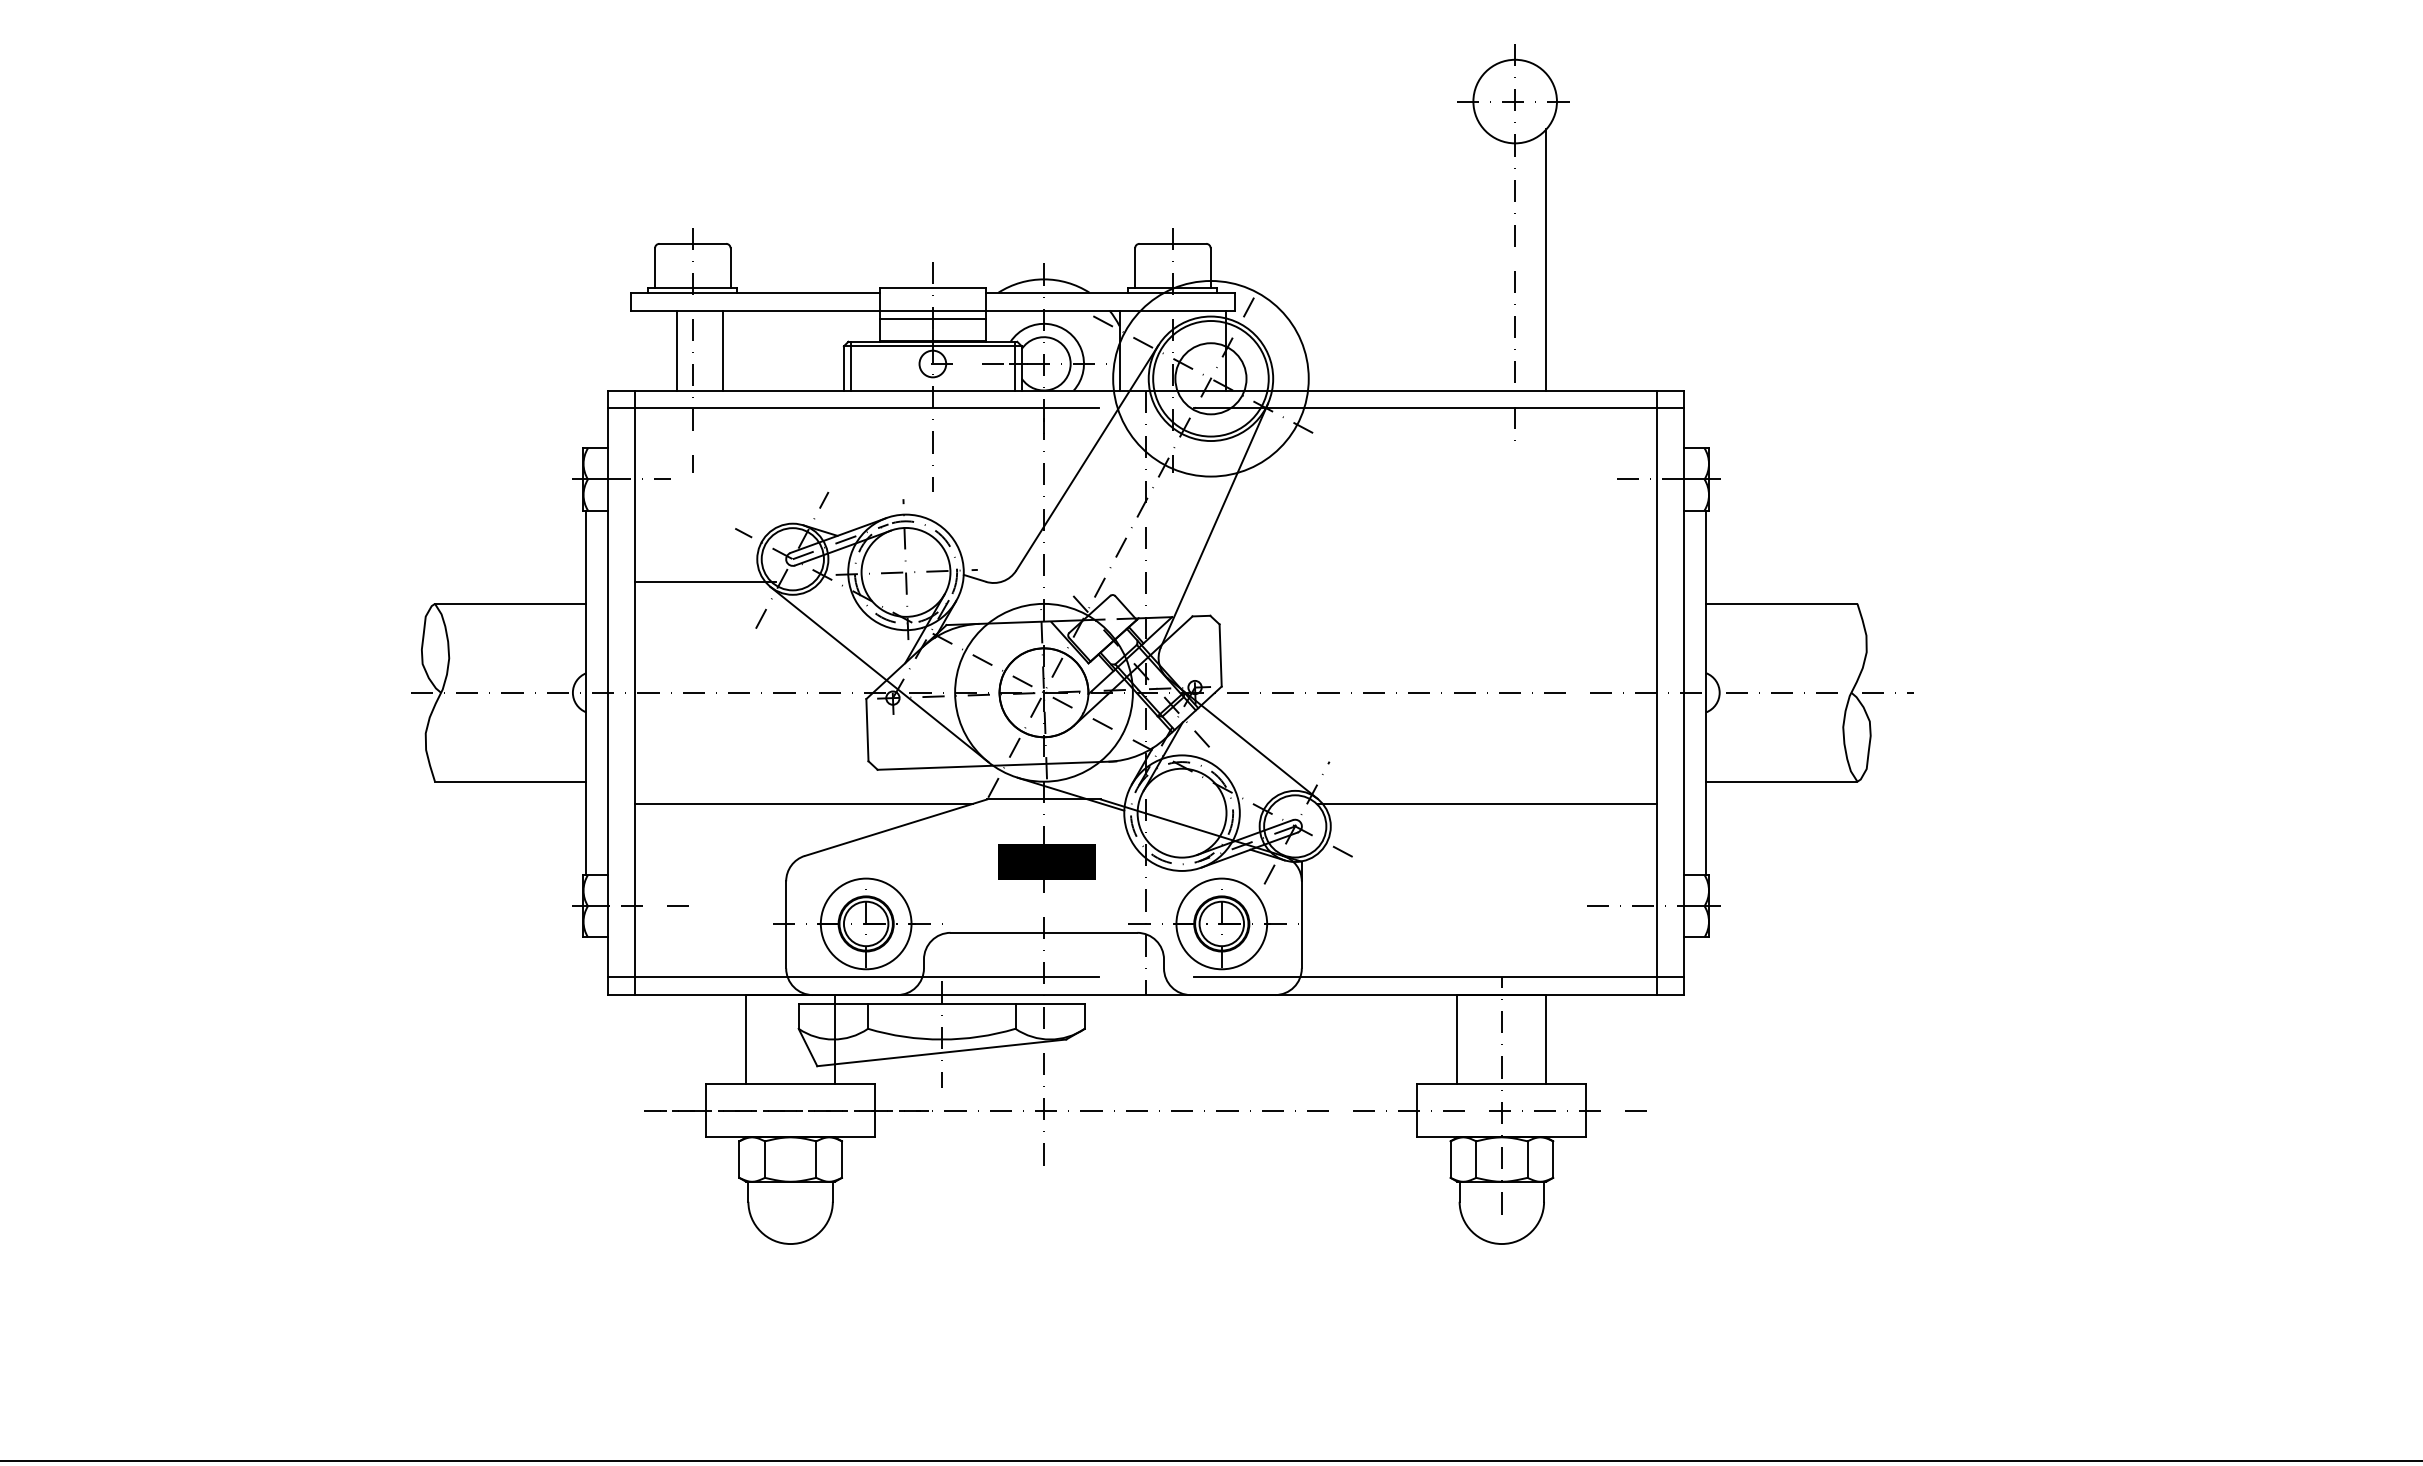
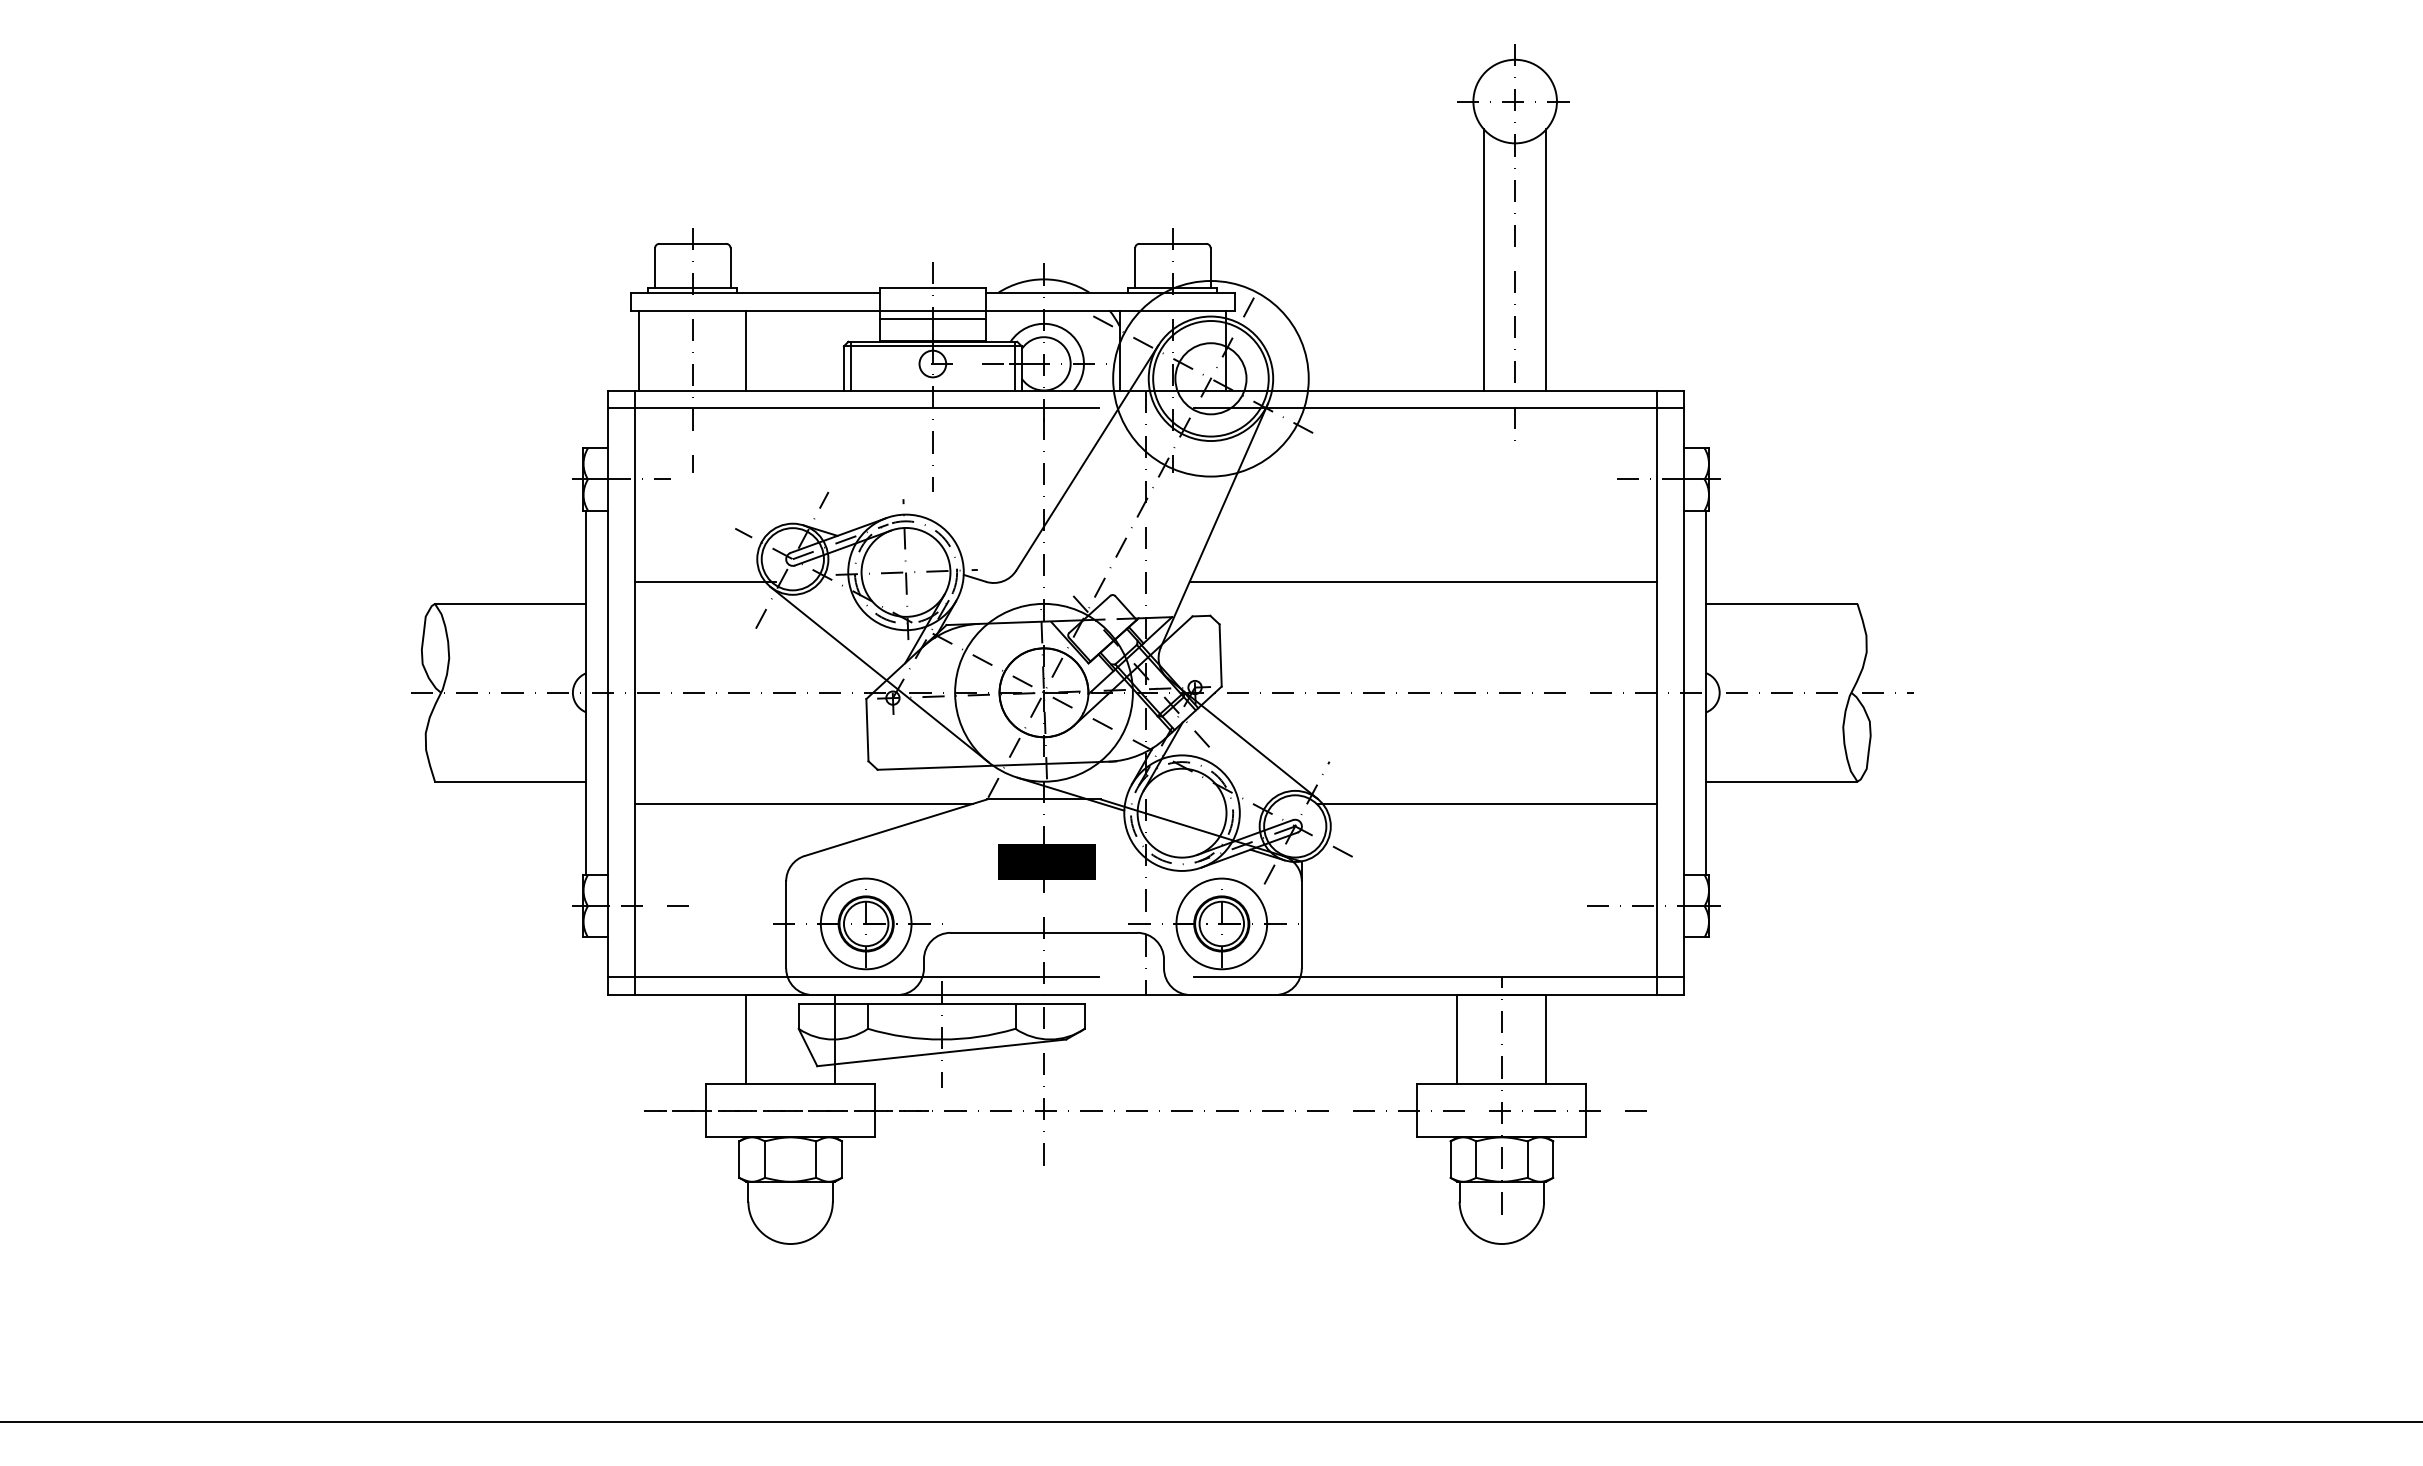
line at (1484, 259): none -> present
line at (677, 350) position: (677, 350) -> (639, 350)
line at (723, 350) position: (723, 350) -> (746, 350)
line at (1423, 581): none -> present
line at (1210, 1461) position: (1210, 1461) -> (1210, 1422)
